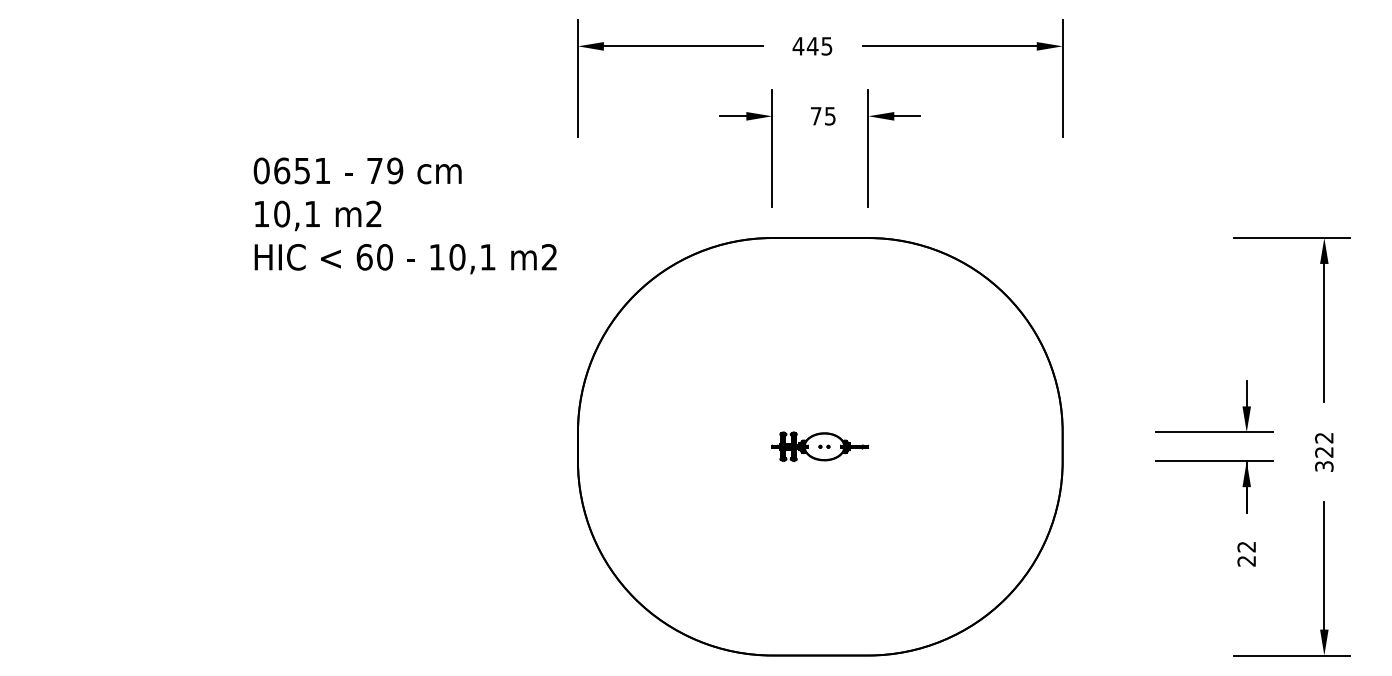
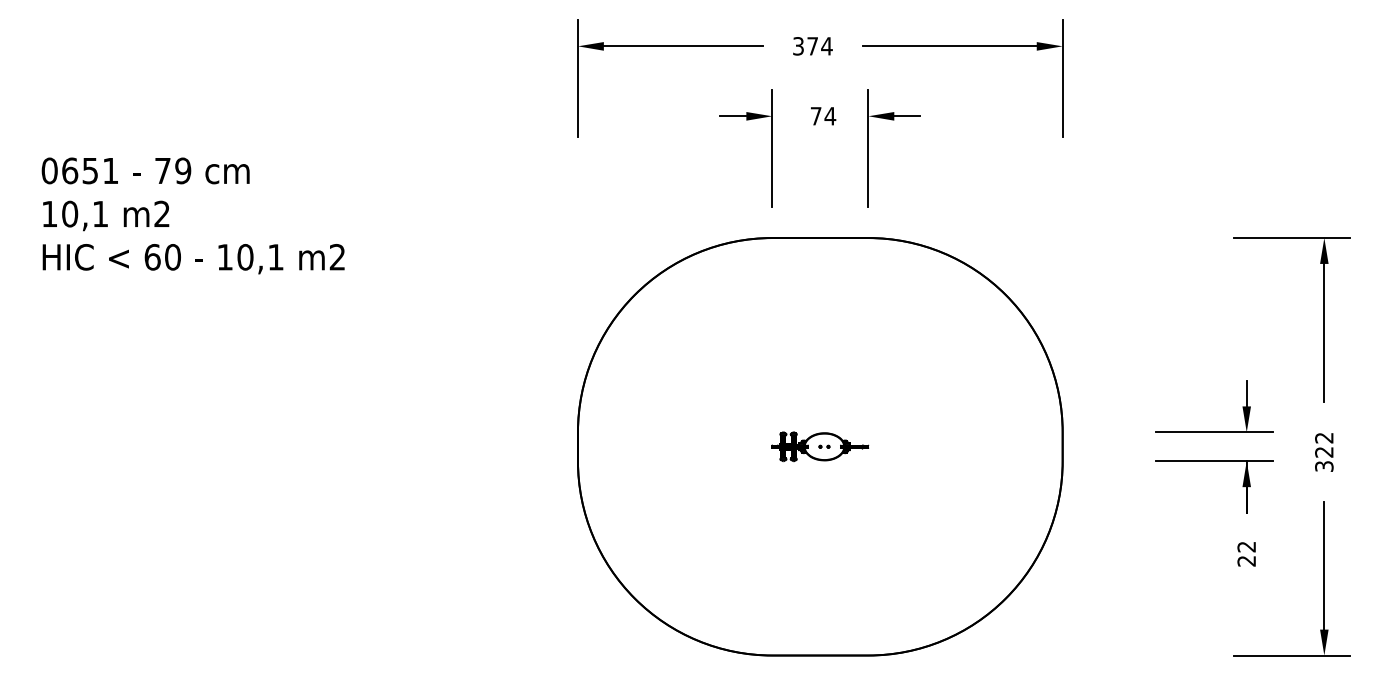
text at (812, 46): 445 -> 374
text at (830, 116): 75 -> 74
text at (404, 215) position: (404, 215) -> (192, 215)
